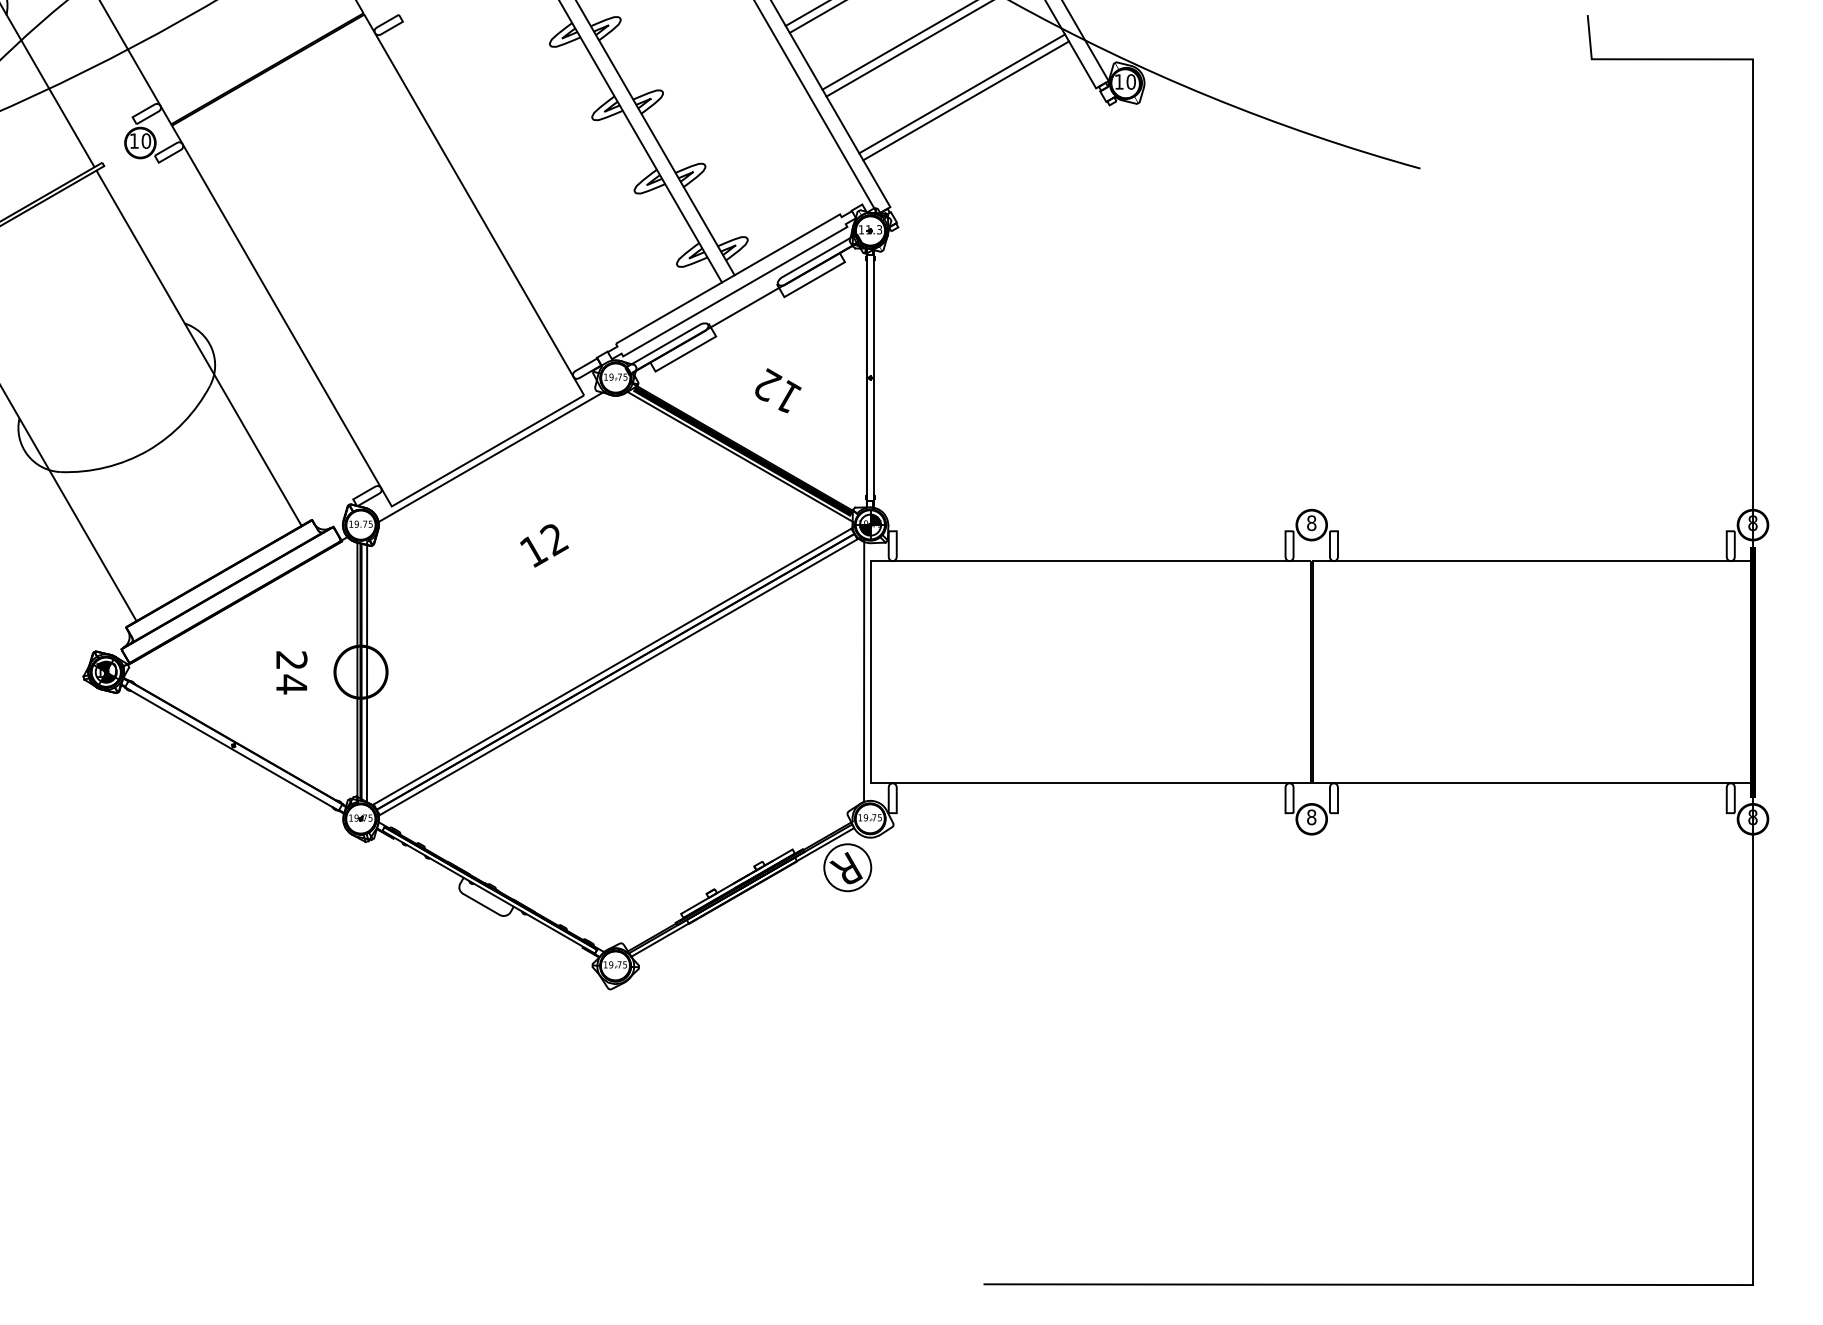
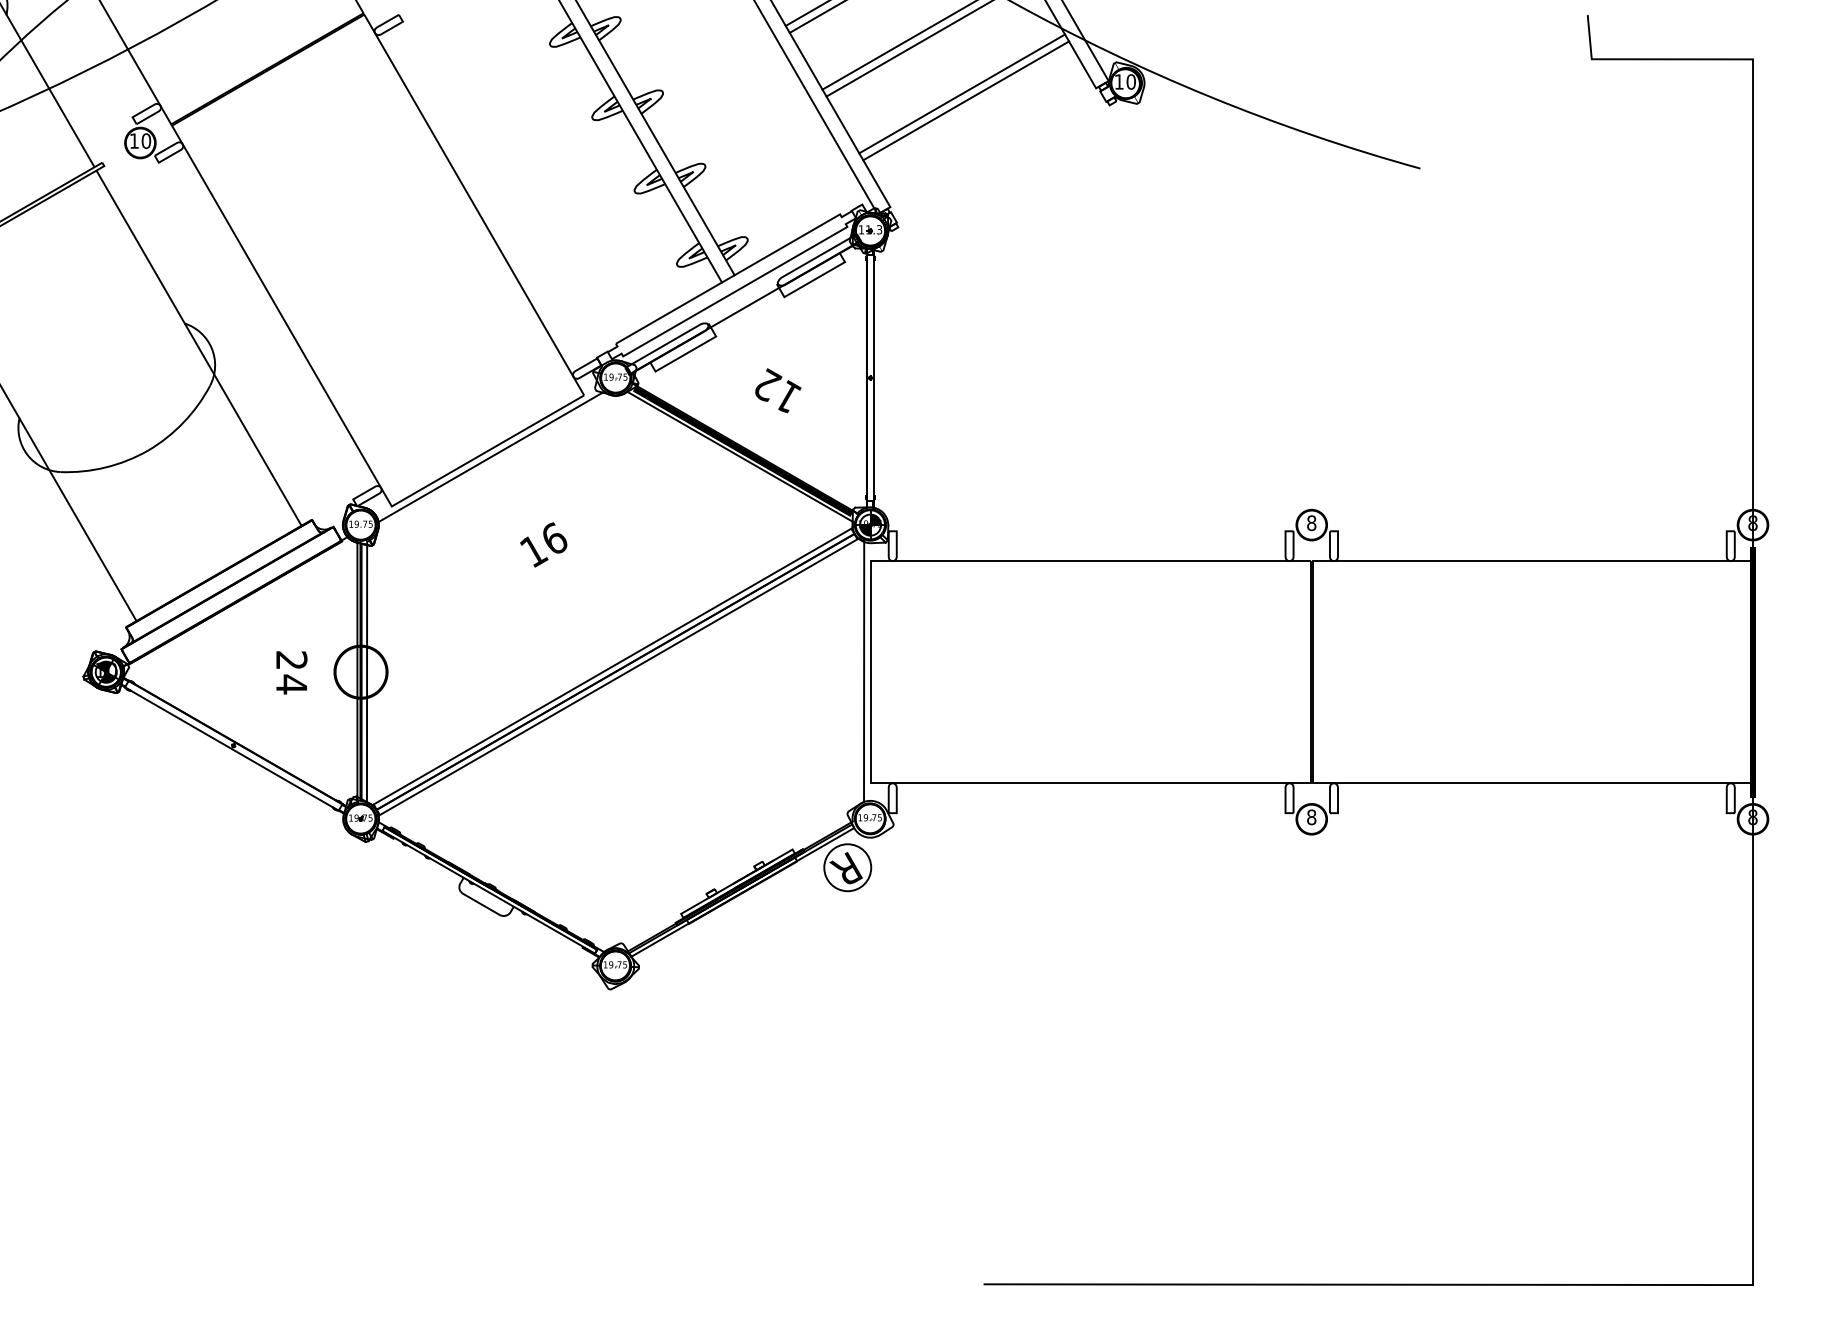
text at (553, 539): 12 -> 16
